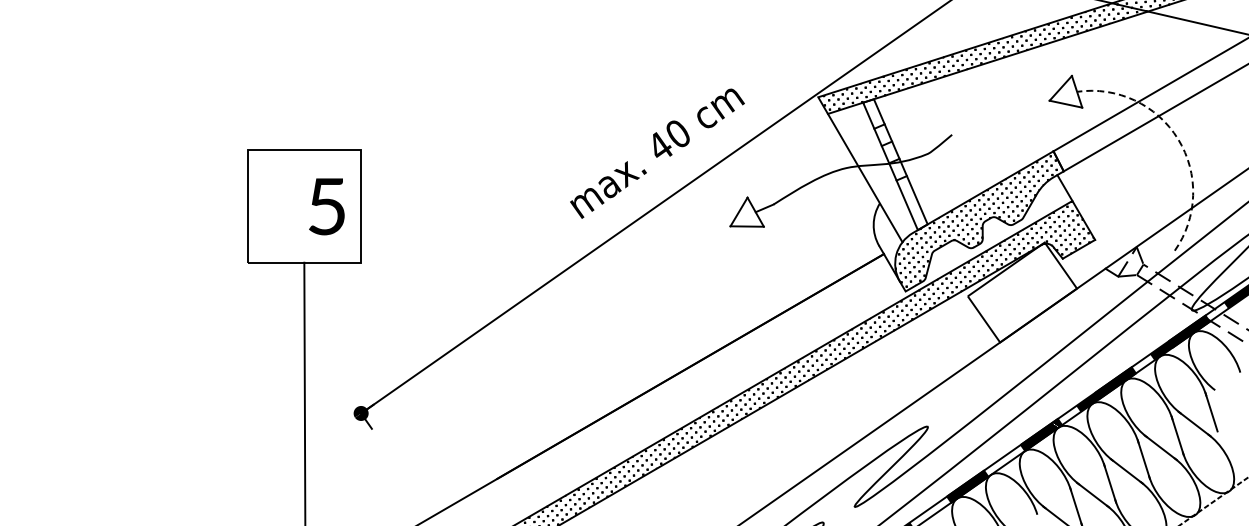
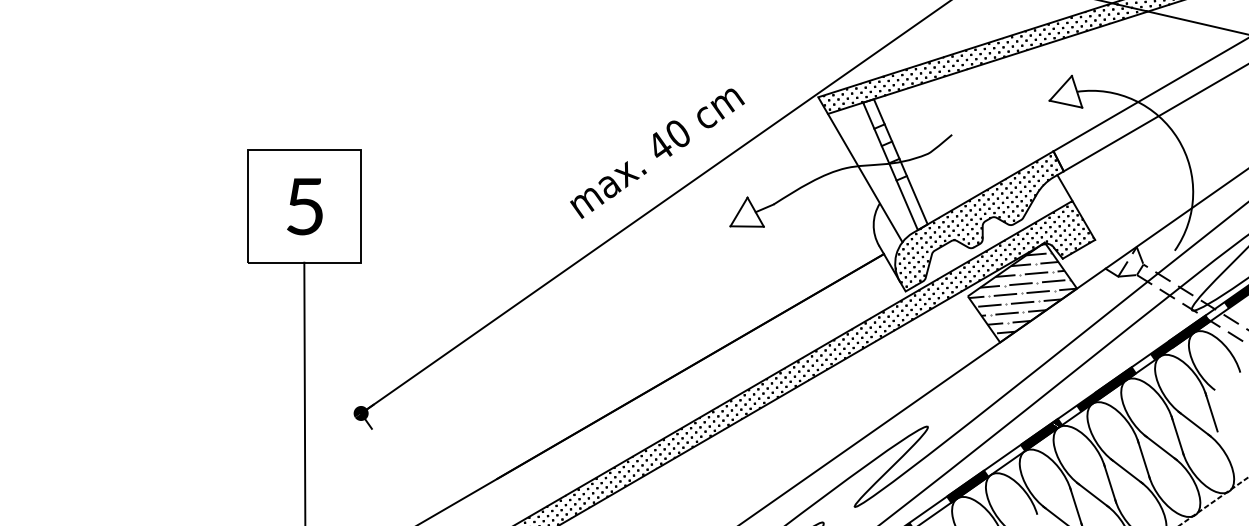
arc at (1178, 139): dashed -> solid
text at (326, 206) position: (326, 206) -> (304, 206)
hatch at (1023, 293): none -> present
